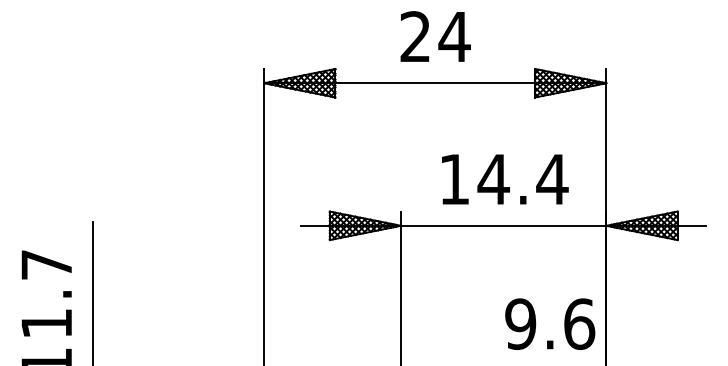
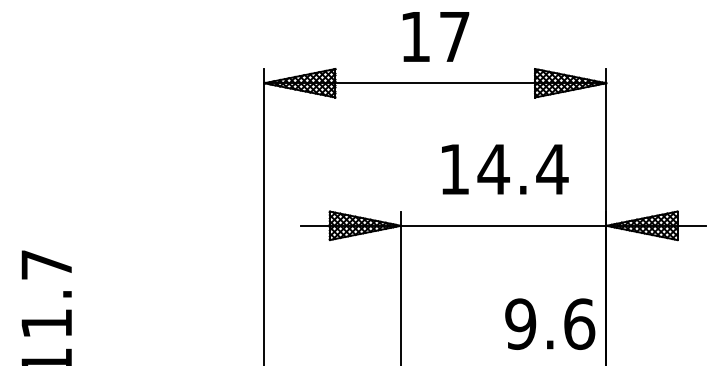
text at (435, 36): 24 -> 17
text at (505, 179) position: (505, 179) -> (505, 169)
line at (93, 292): present -> none
